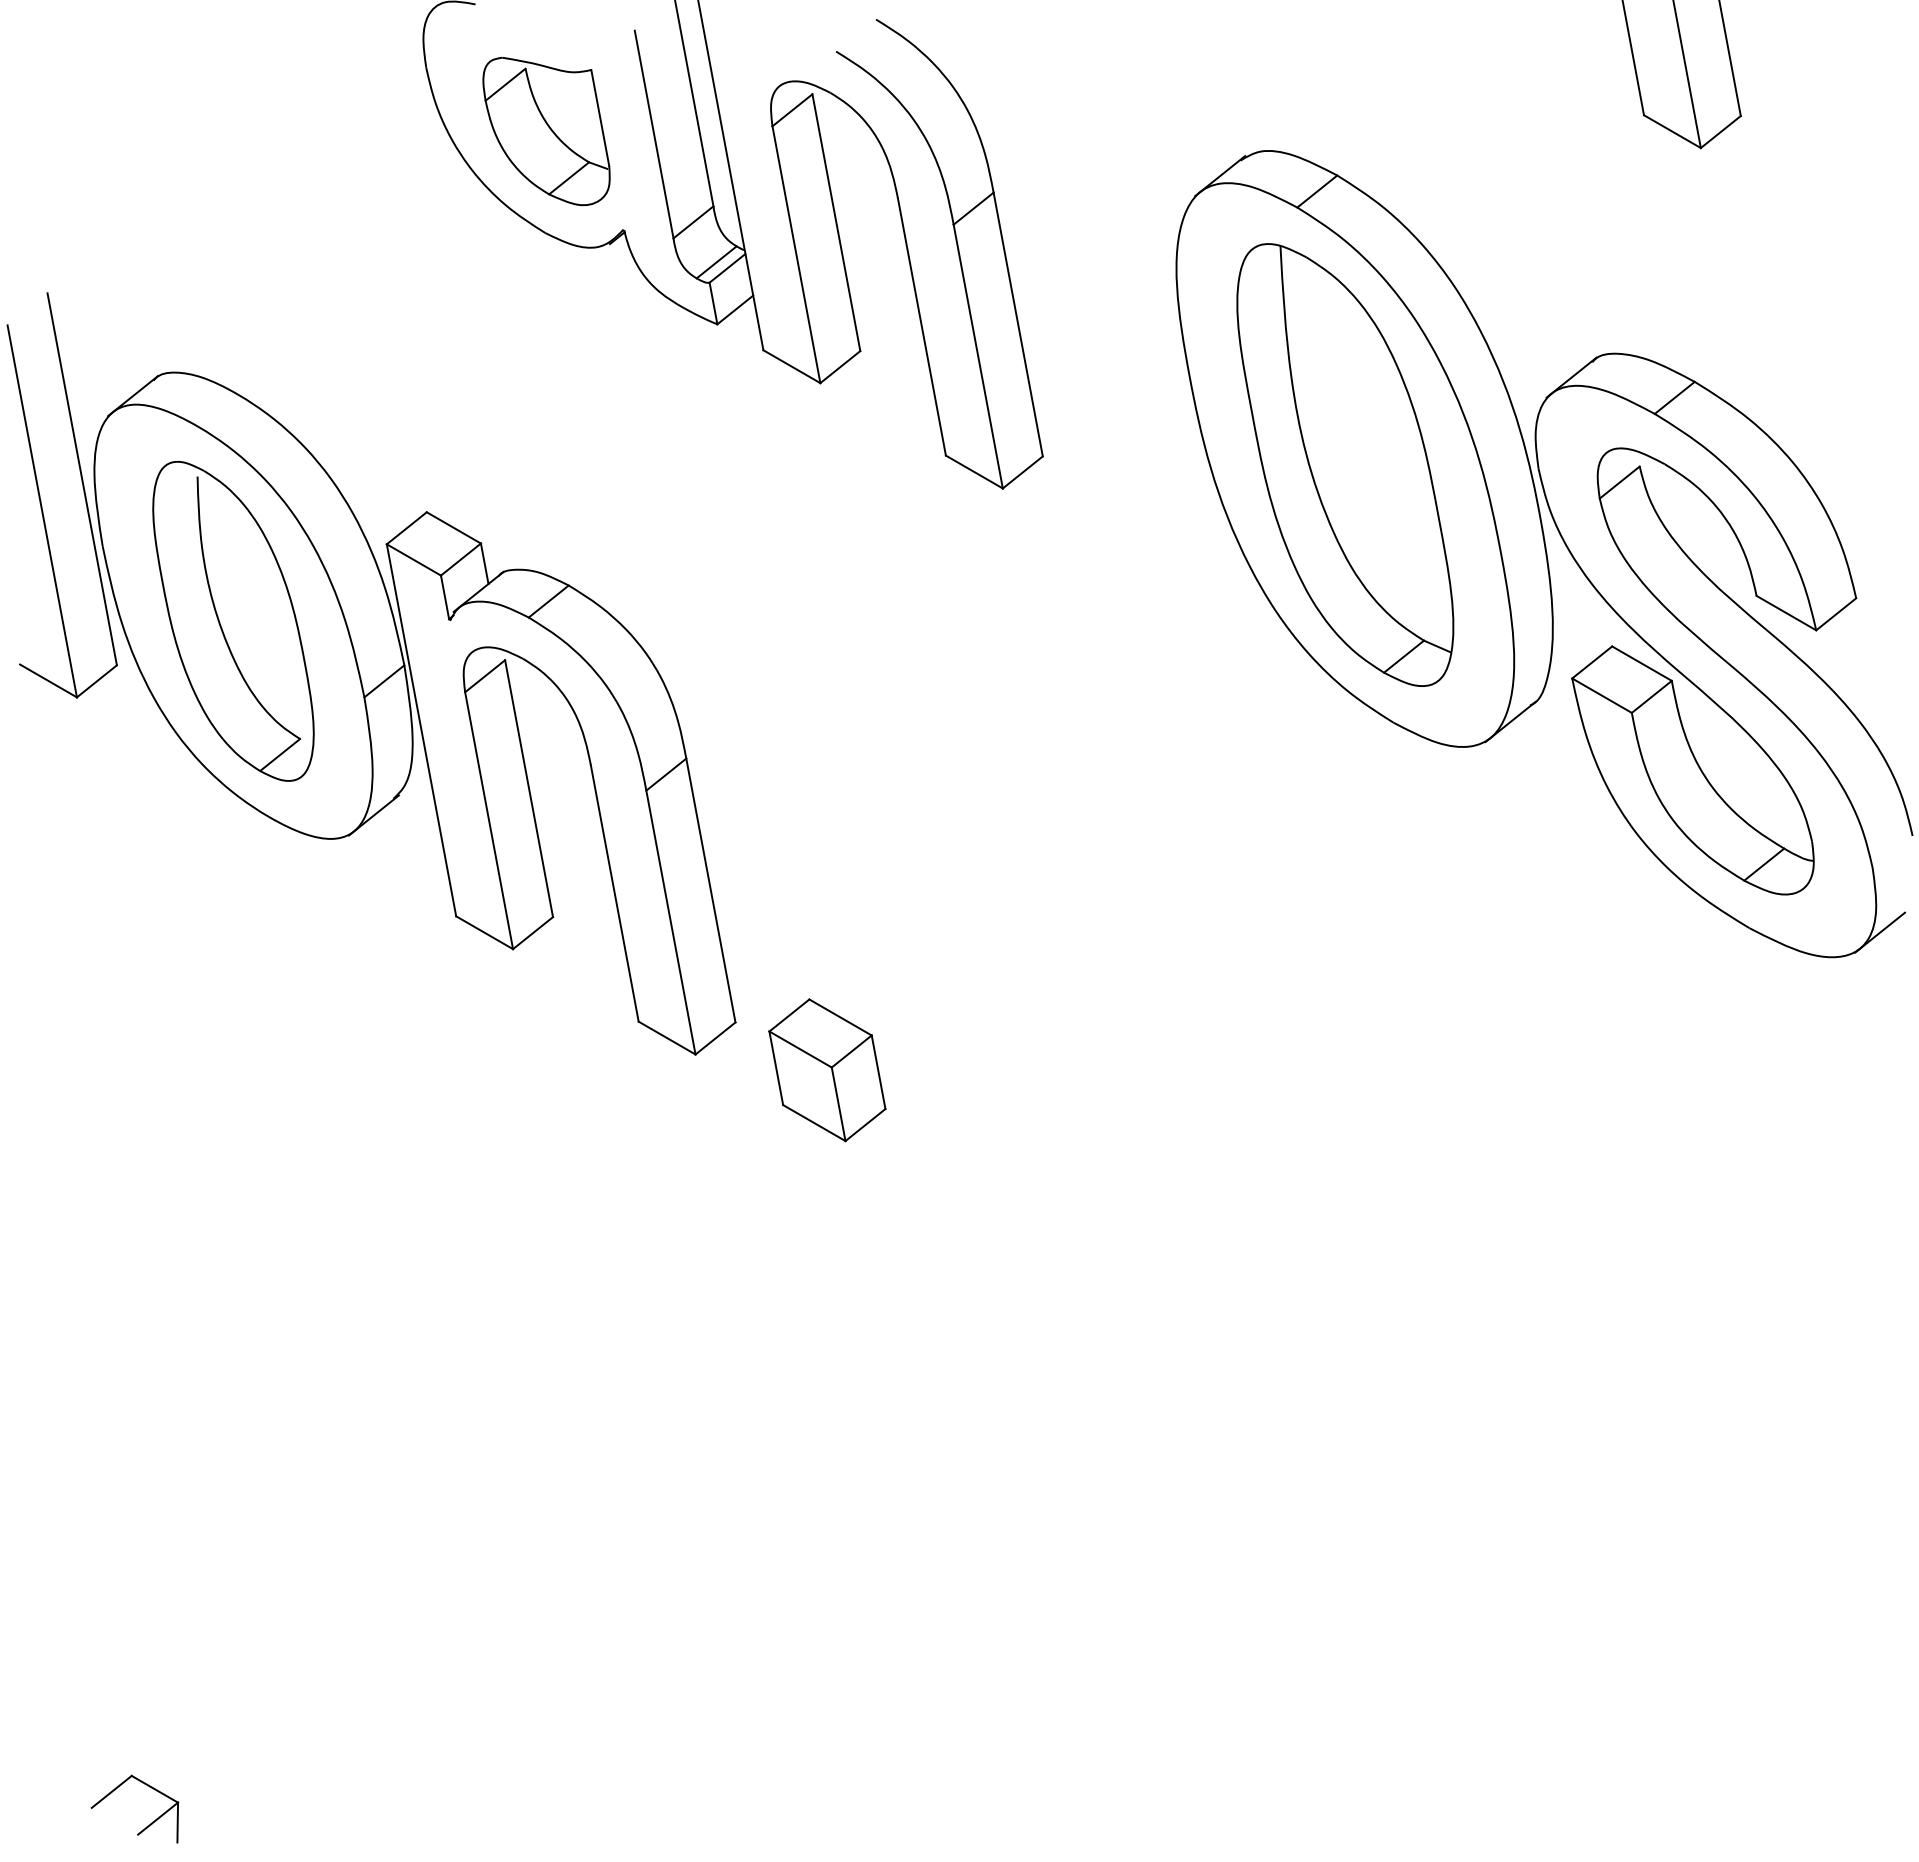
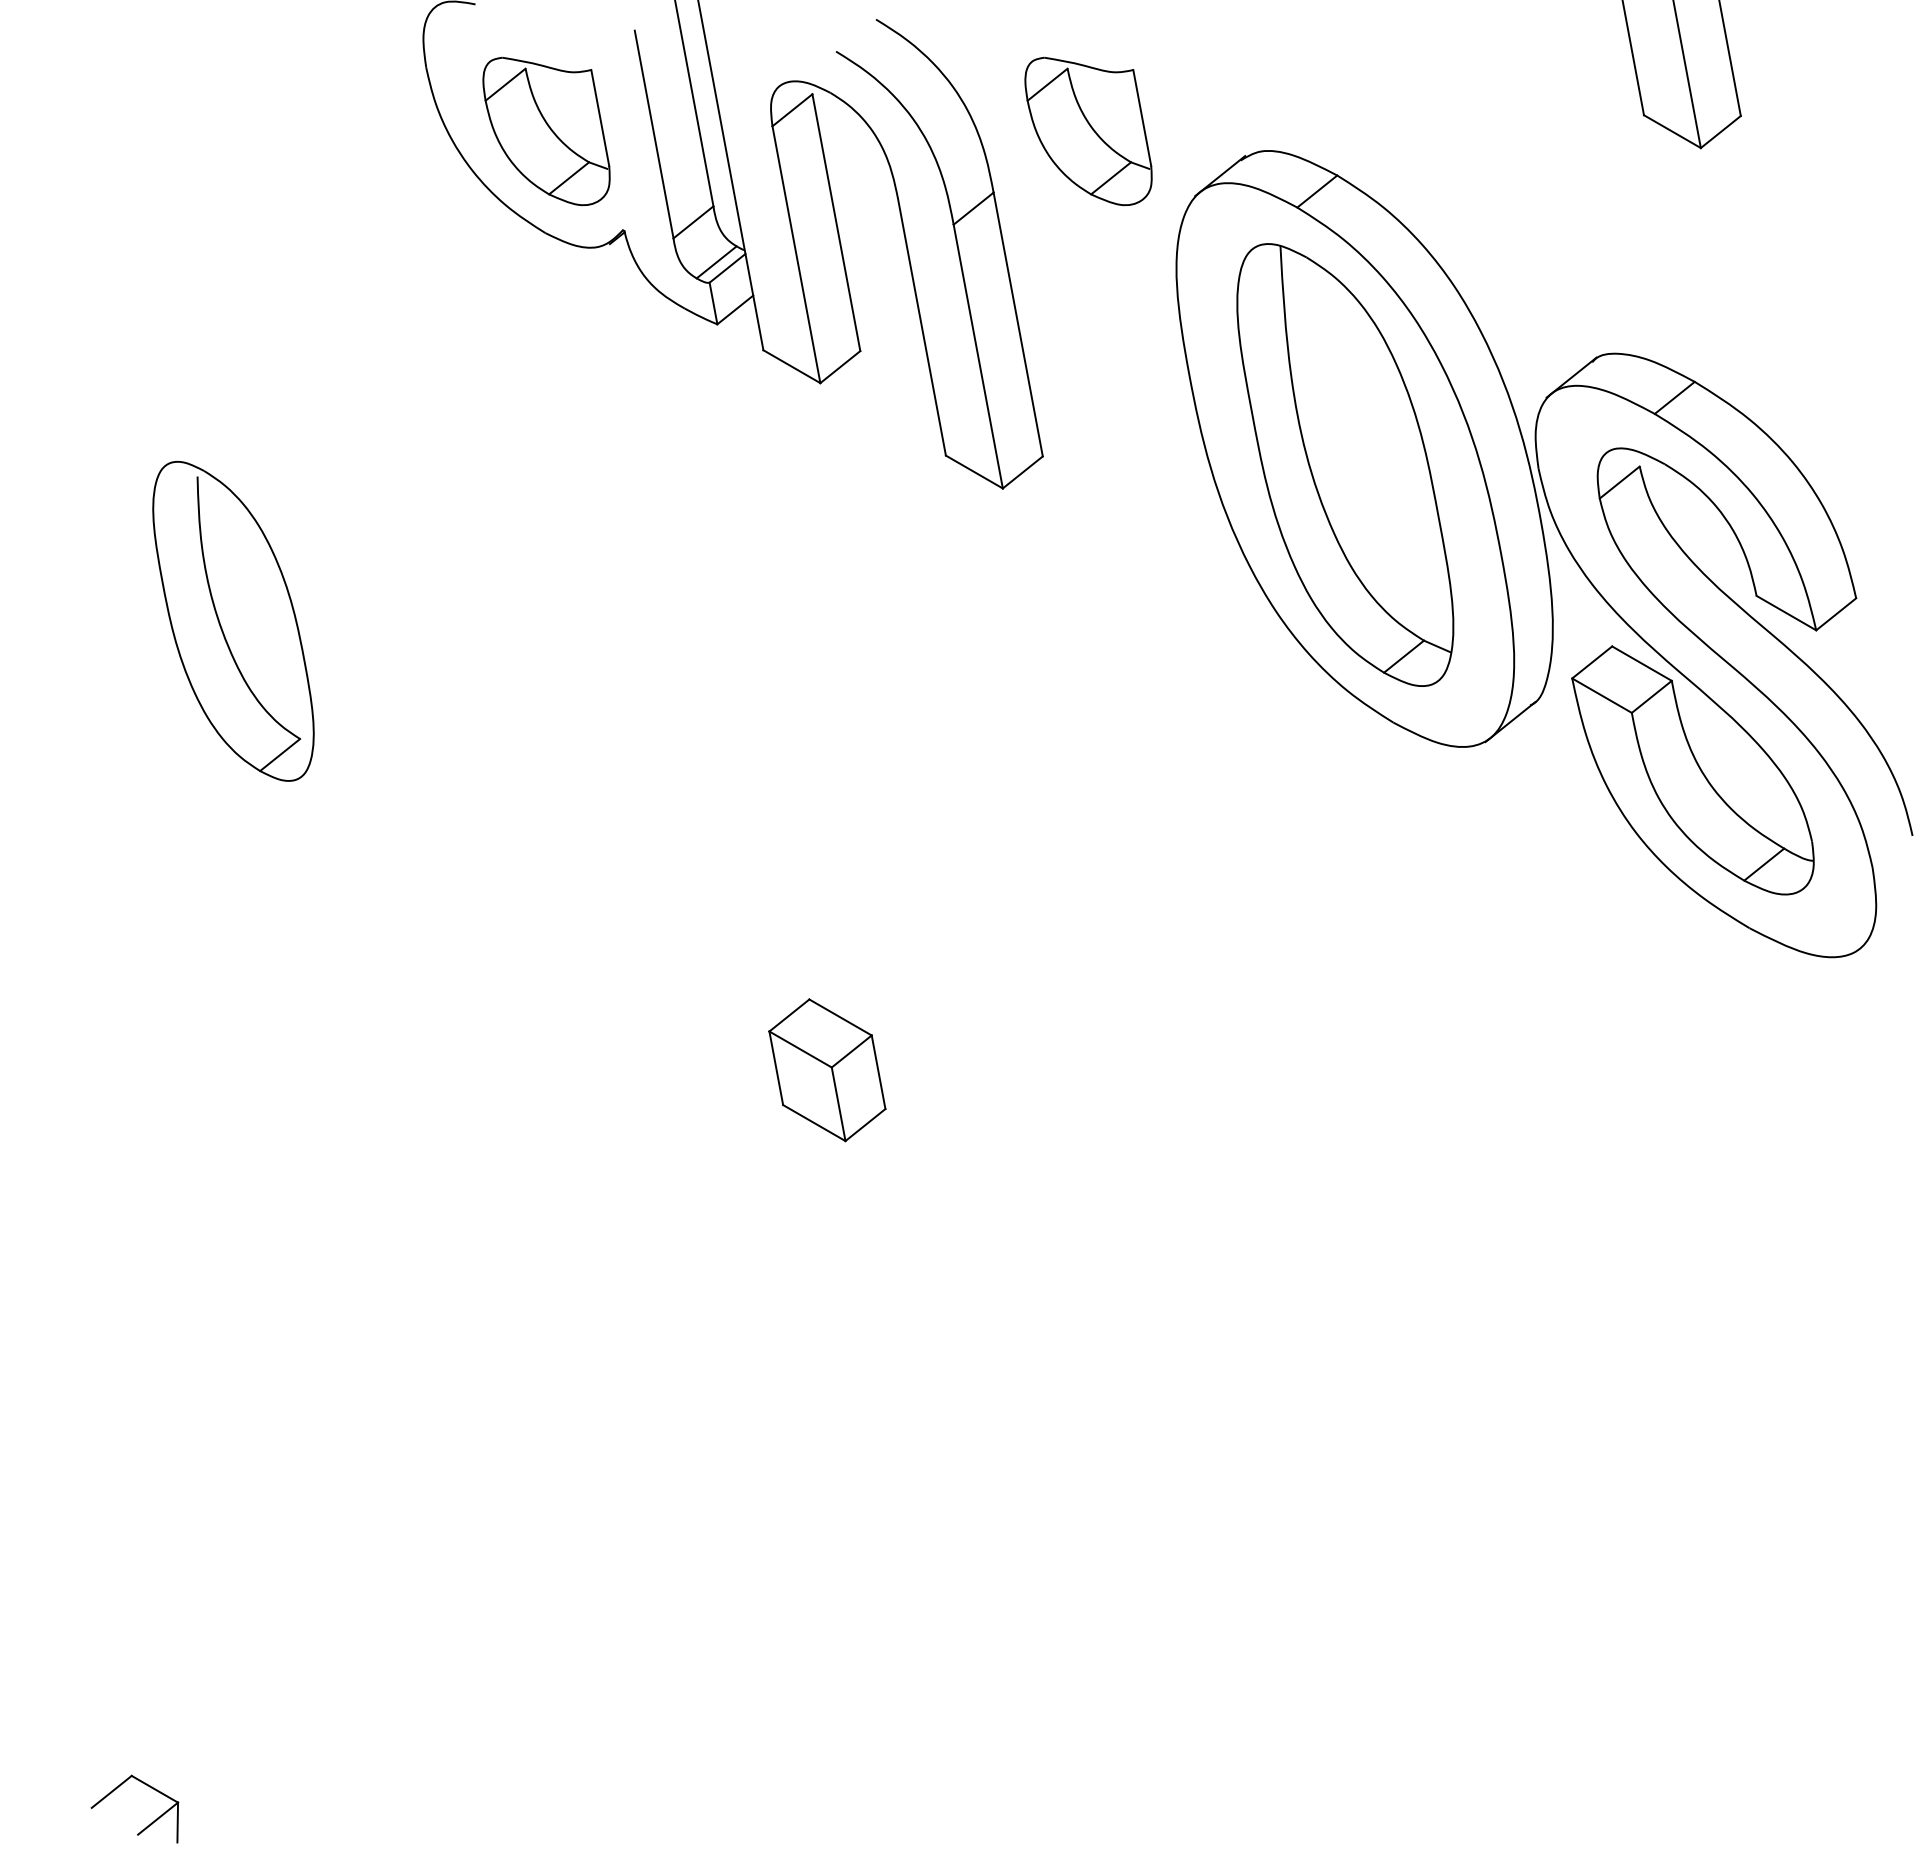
part at (1088, 131): none -> present
part at (371, 673): present -> none
line at (1879, 932): present -> none
